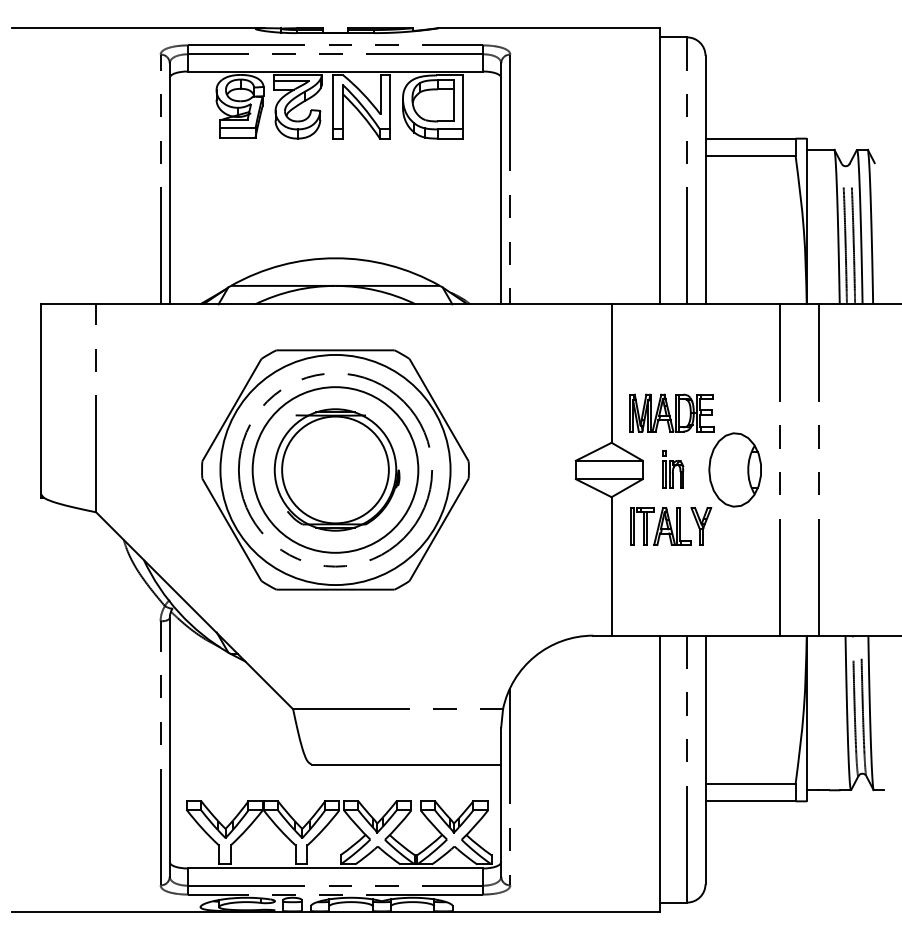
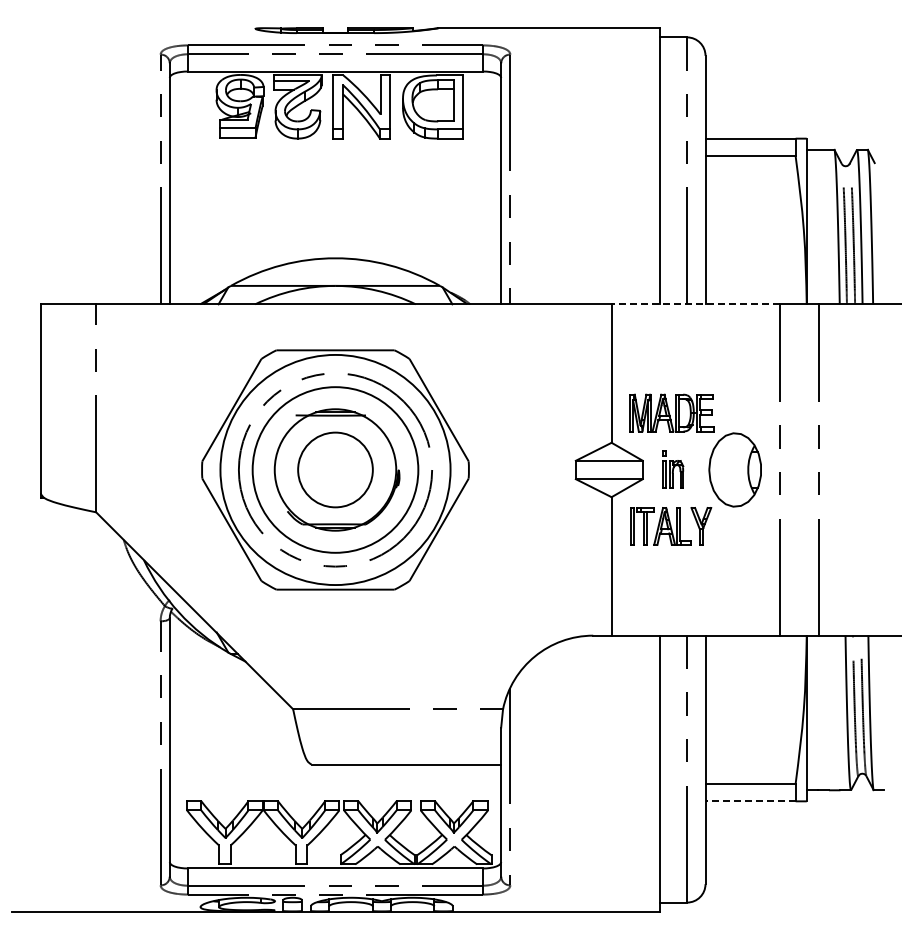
line at (137, 28): present -> none
line at (695, 304): solid -> dashed
circle at (335, 469) diameter: 107 px -> 75 px
line at (750, 801): solid -> dashed
